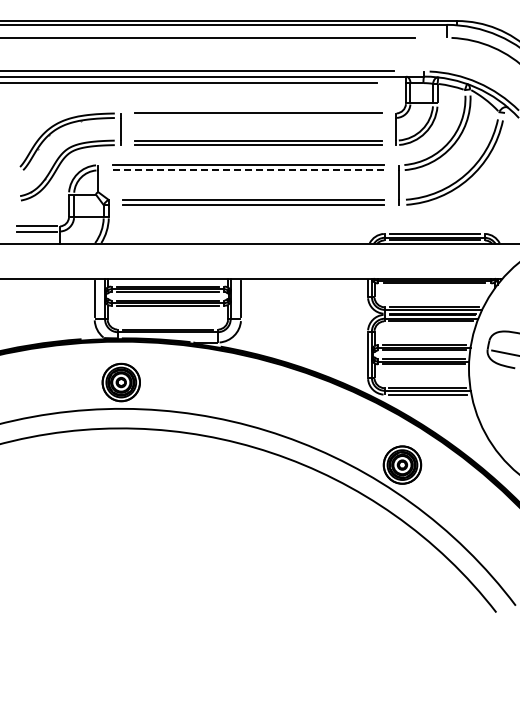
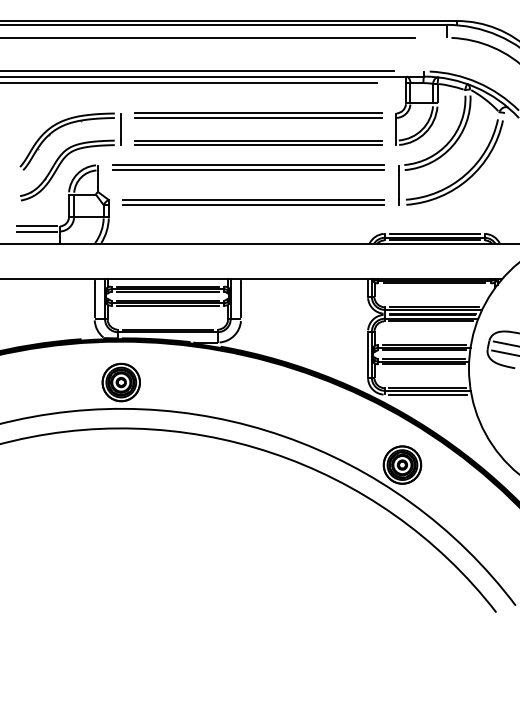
line at (258, 117): none -> present
line at (249, 170): dashed -> solid
line at (504, 343): none -> present
